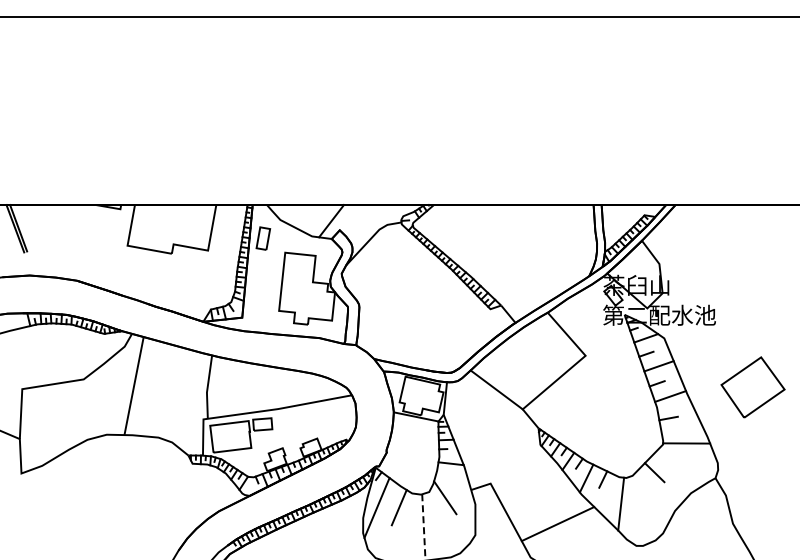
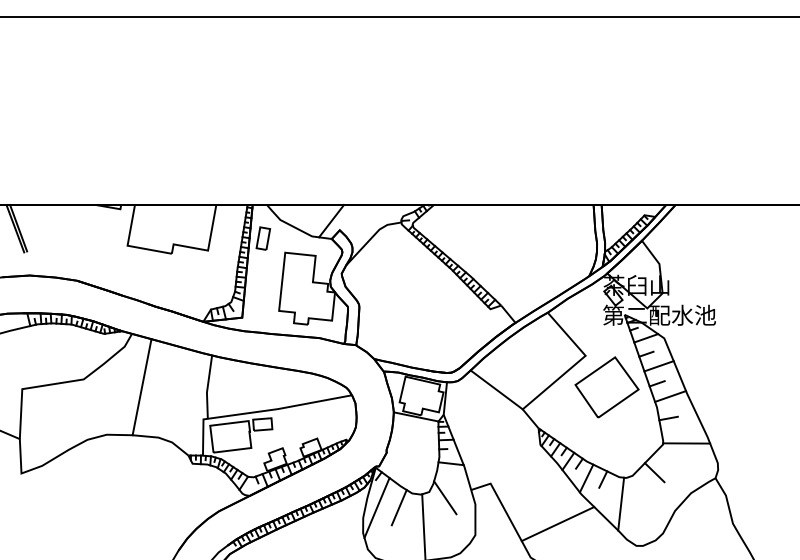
line at (133, 386) position: (133, 386) -> (141, 387)
part at (752, 387) position: (752, 387) -> (606, 387)
line at (423, 527): dashed -> solid
